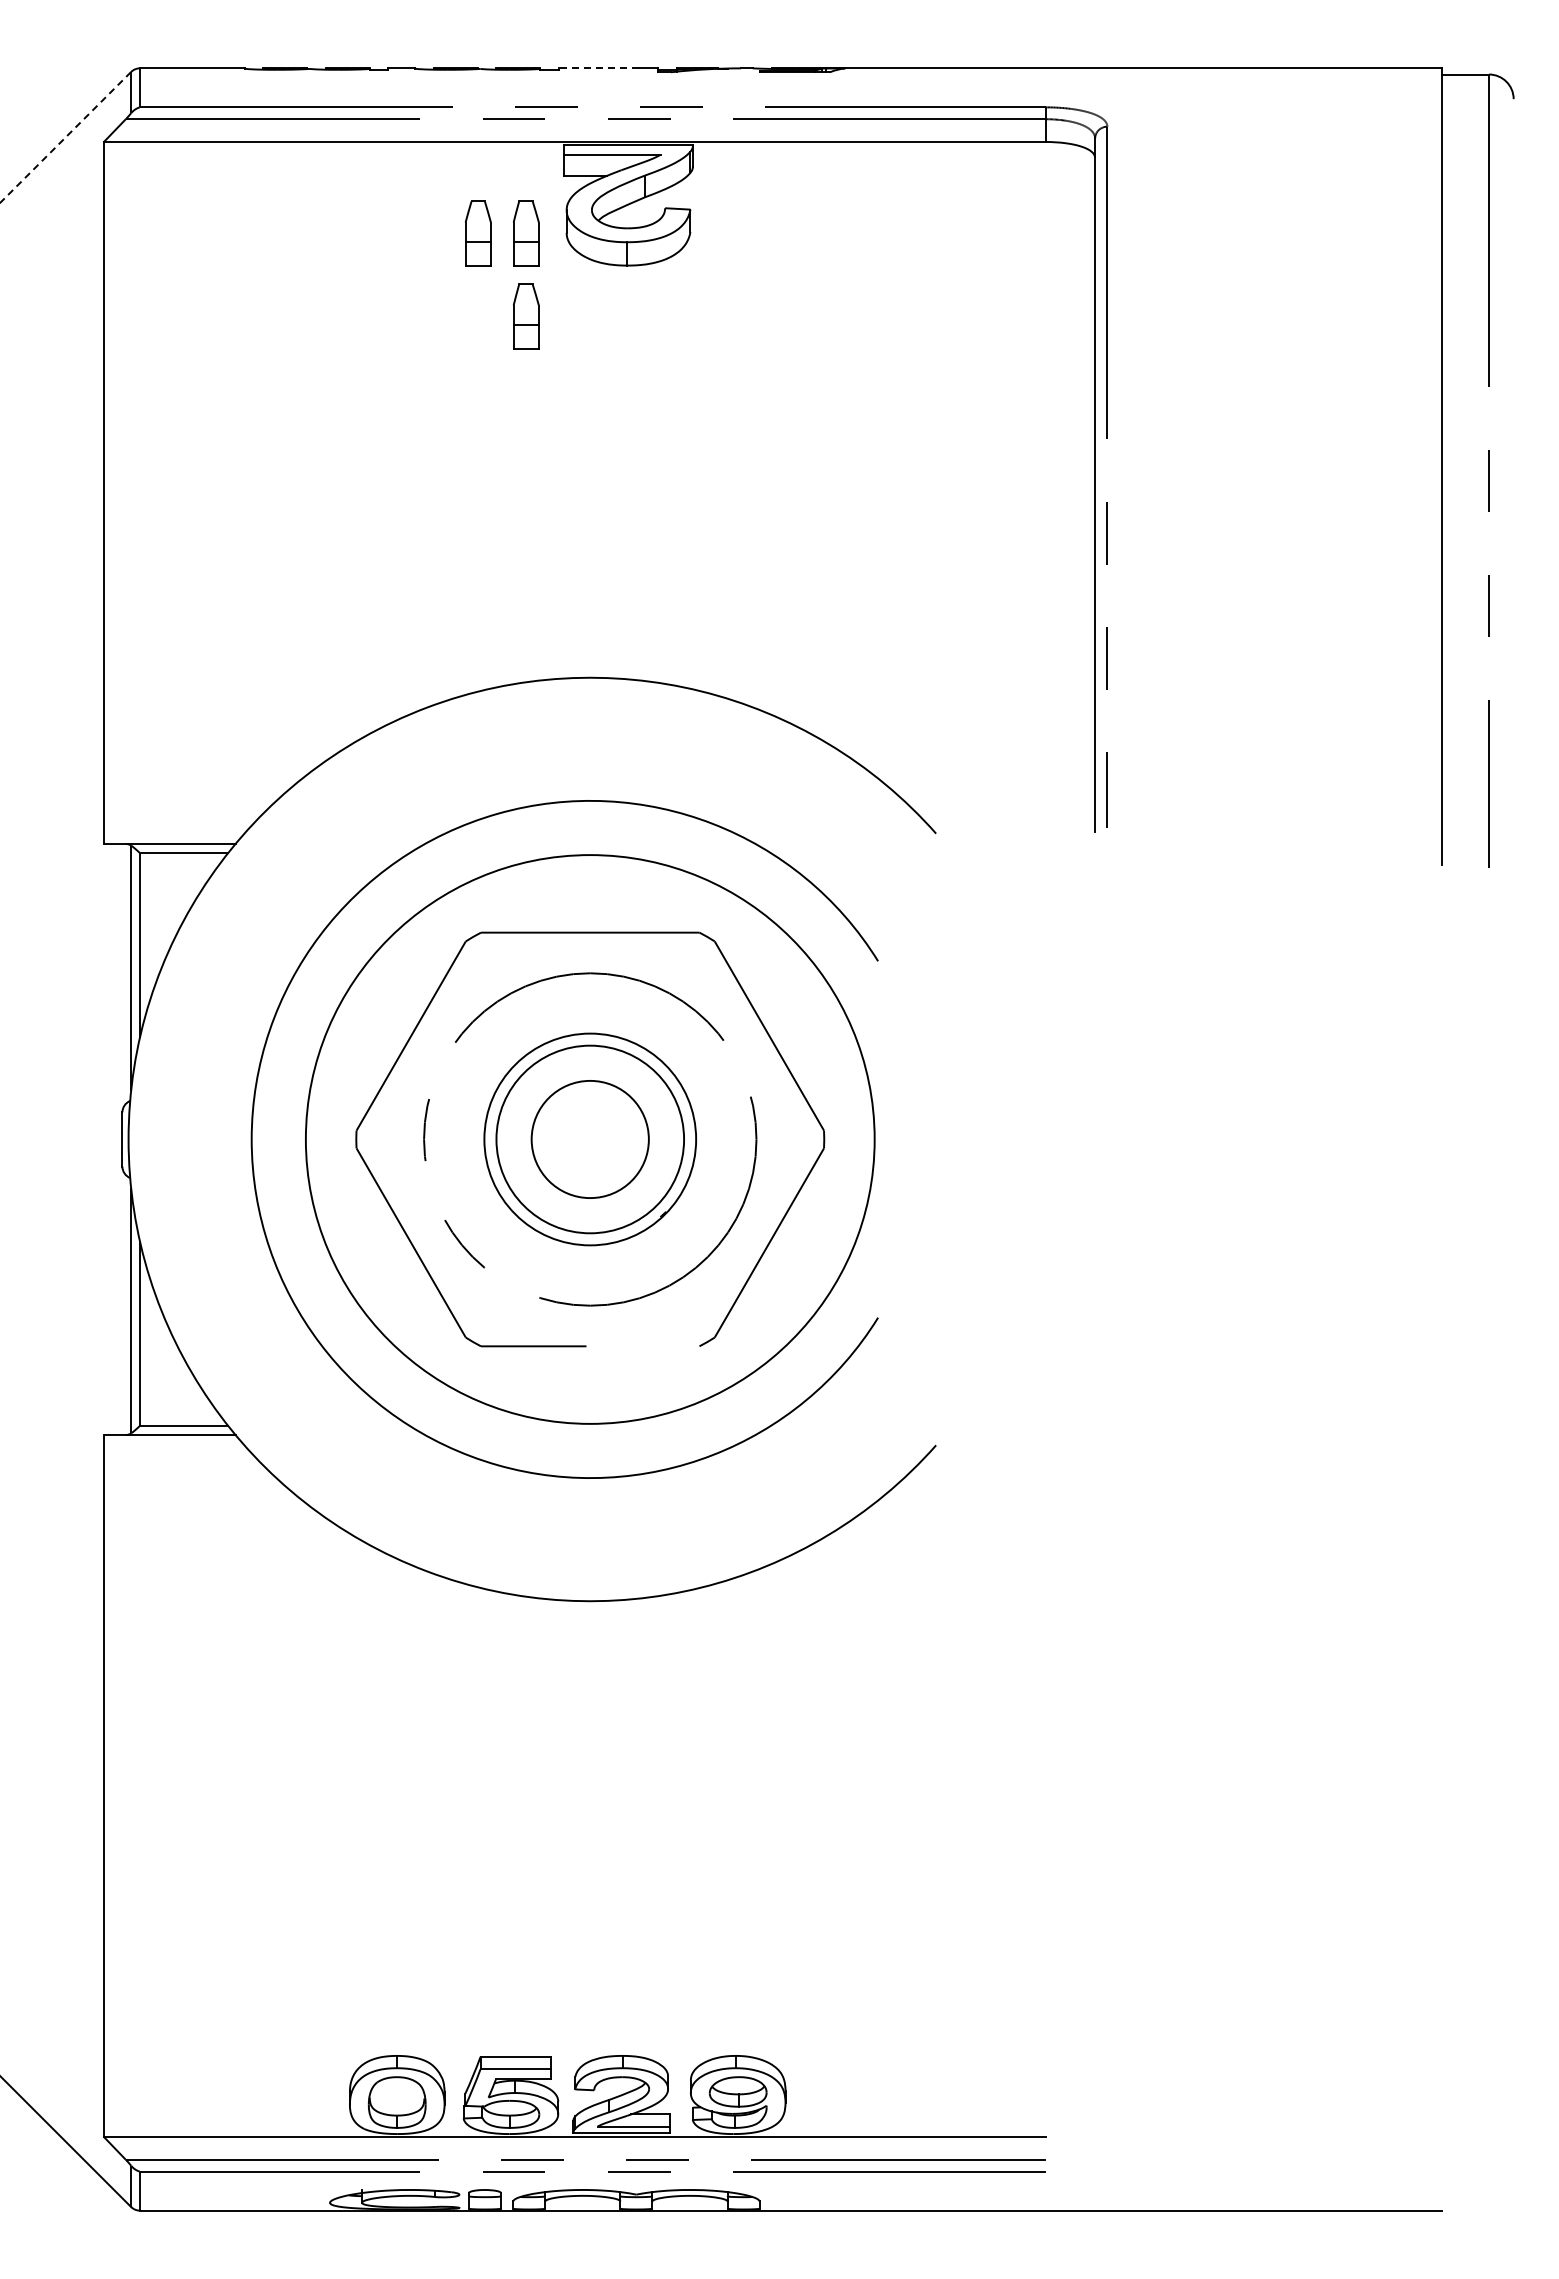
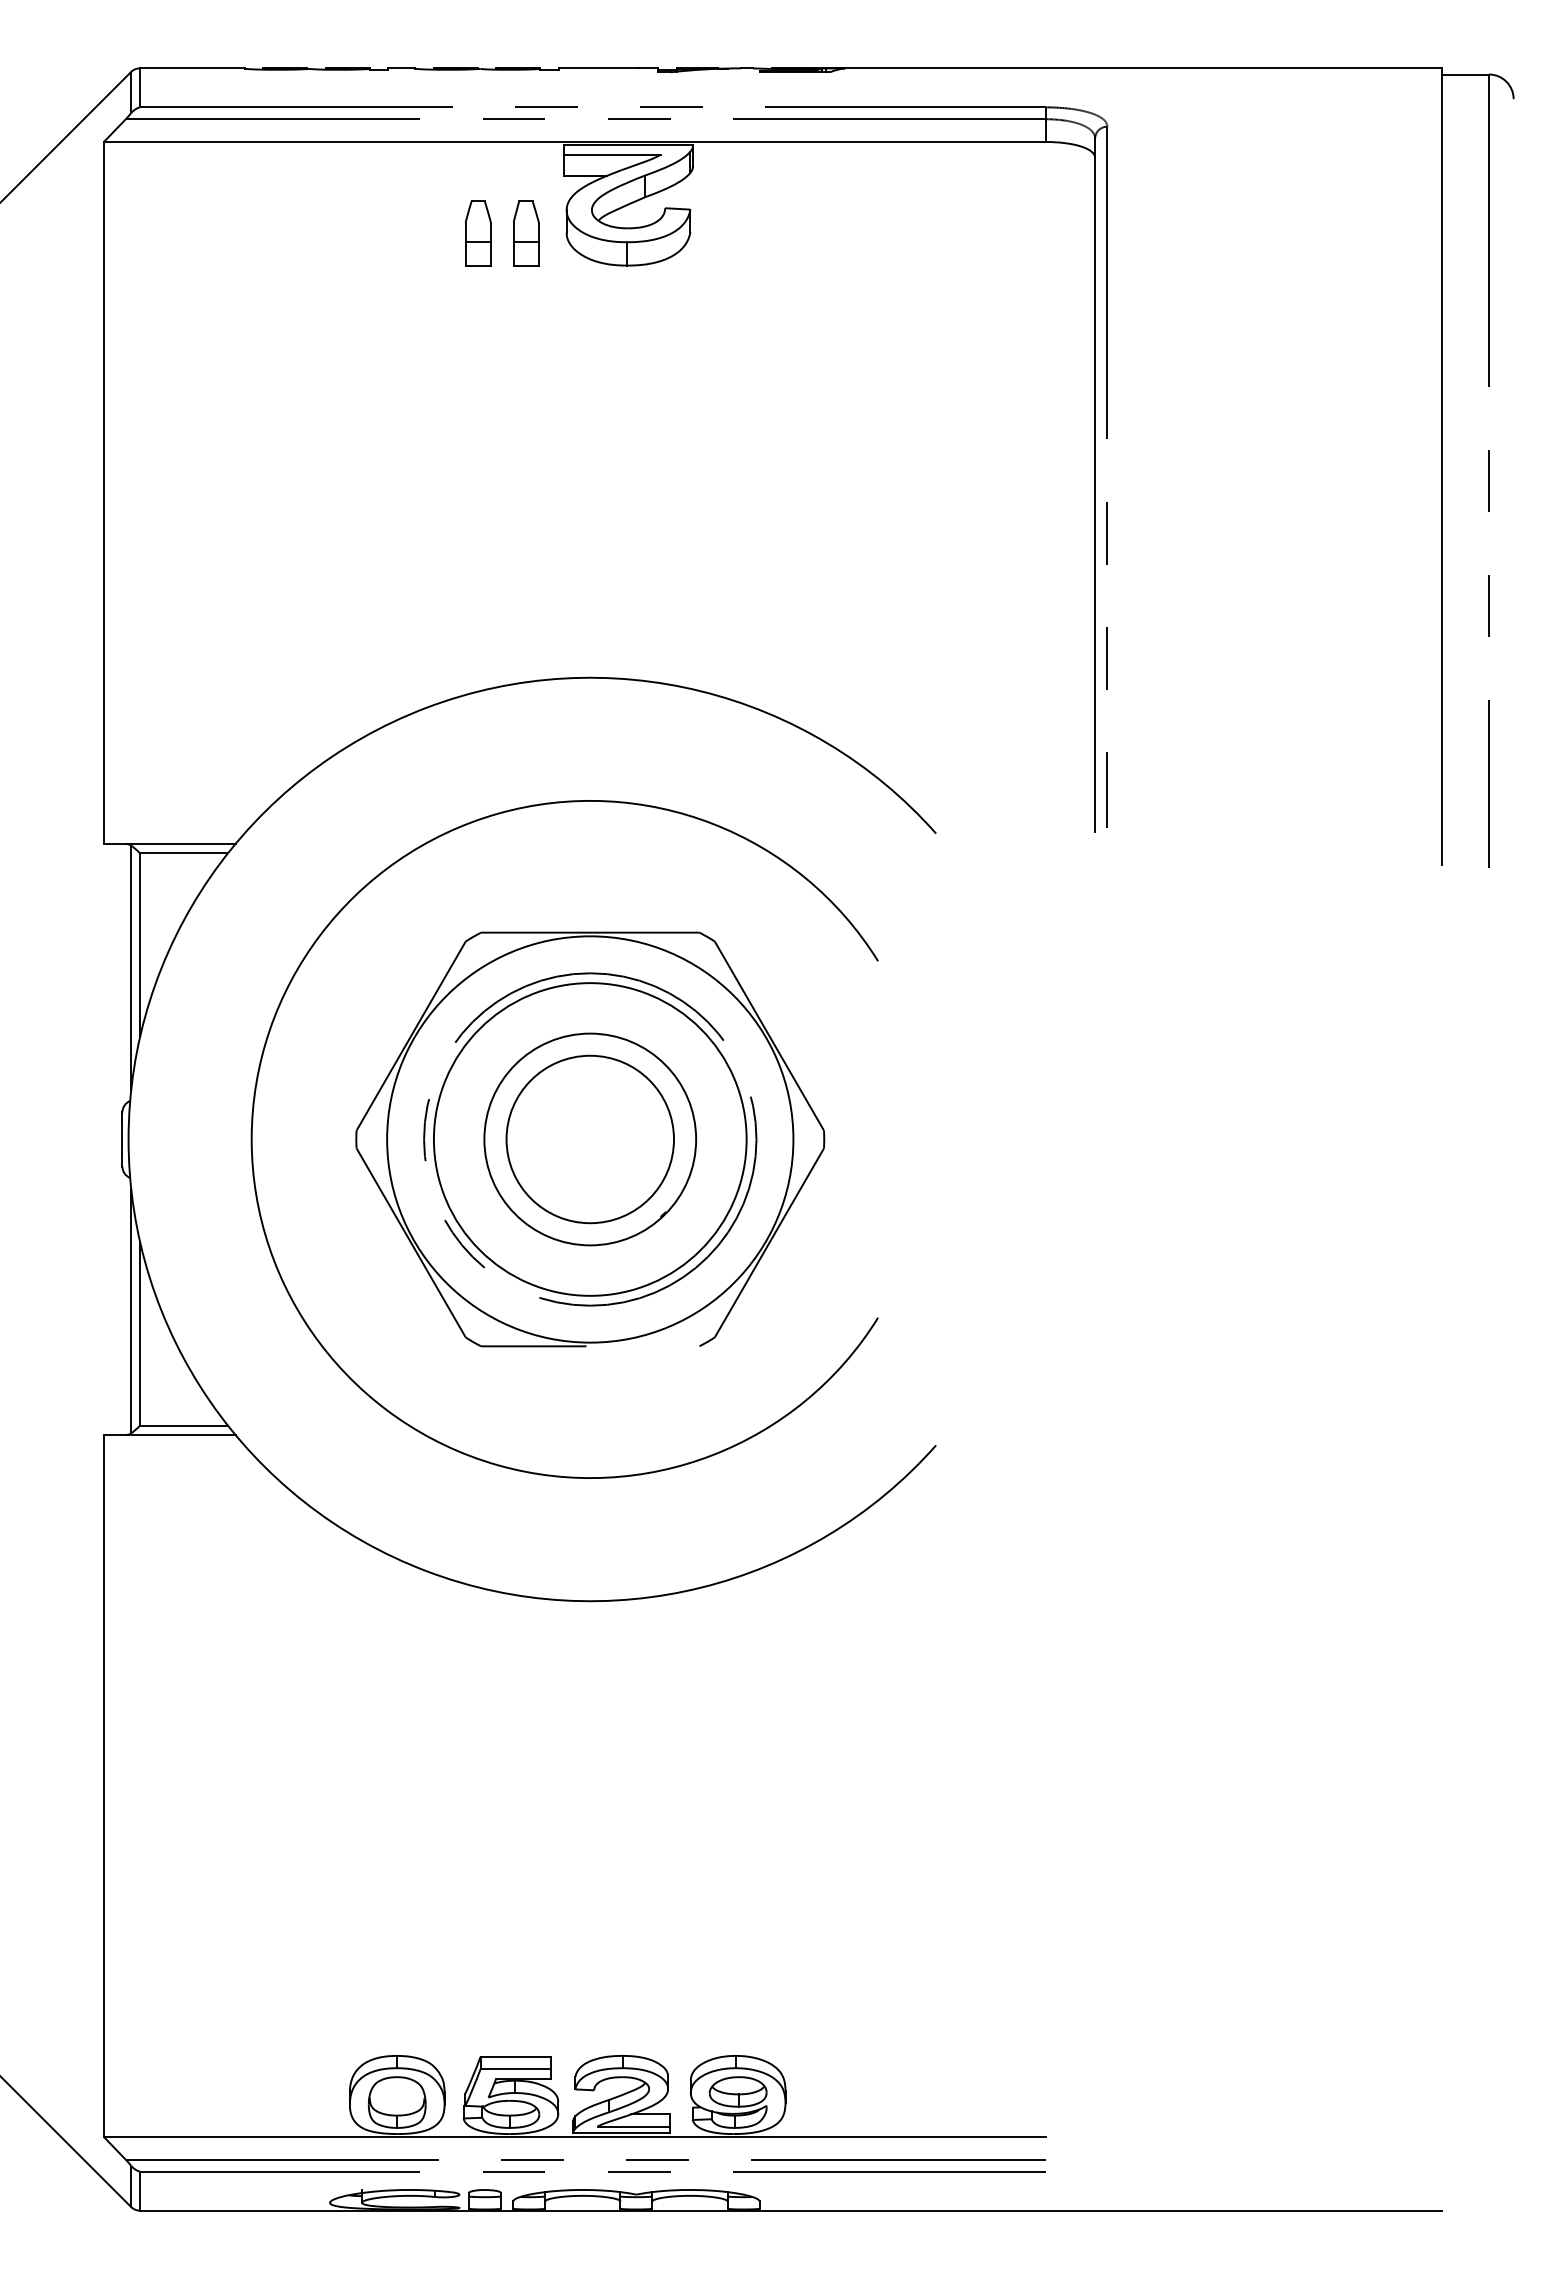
line at (598, 68): dashed -> solid
line at (65, 137): dashed -> solid
part at (526, 316): present -> none
circle at (589, 1139) diameter: 117 px -> 167 px
circle at (589, 1139) diameter: 569 px -> 406 px
circle at (590, 1139) diameter: 188 px -> 313 px
